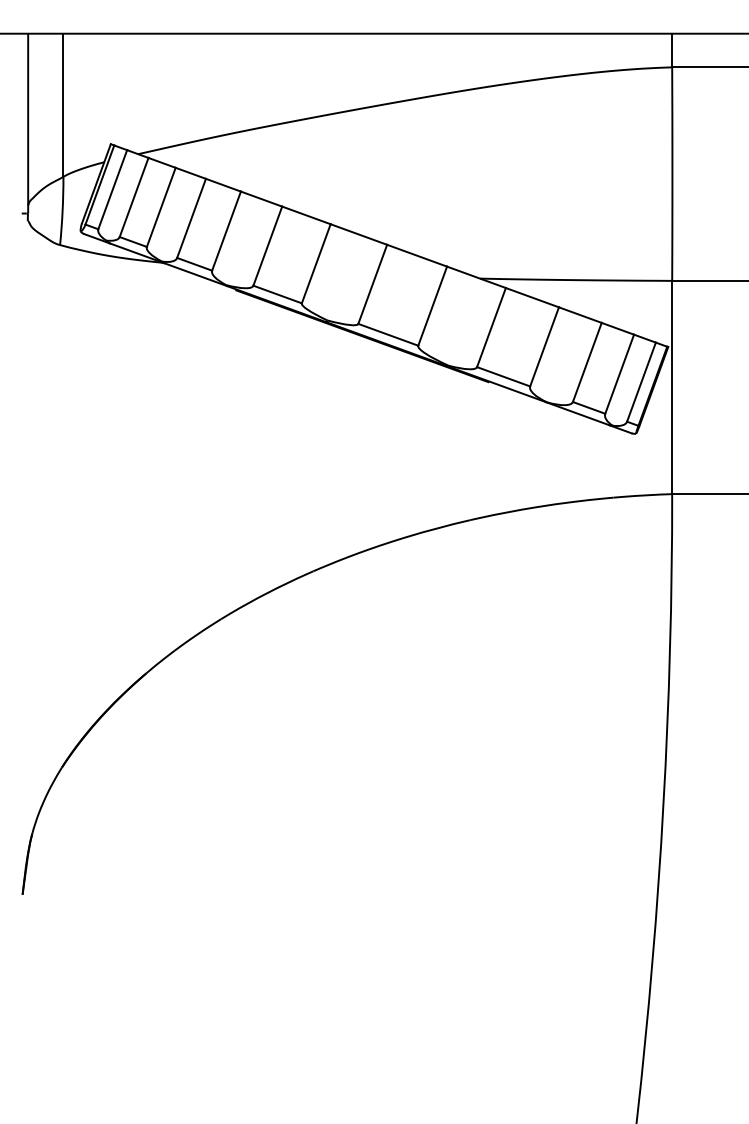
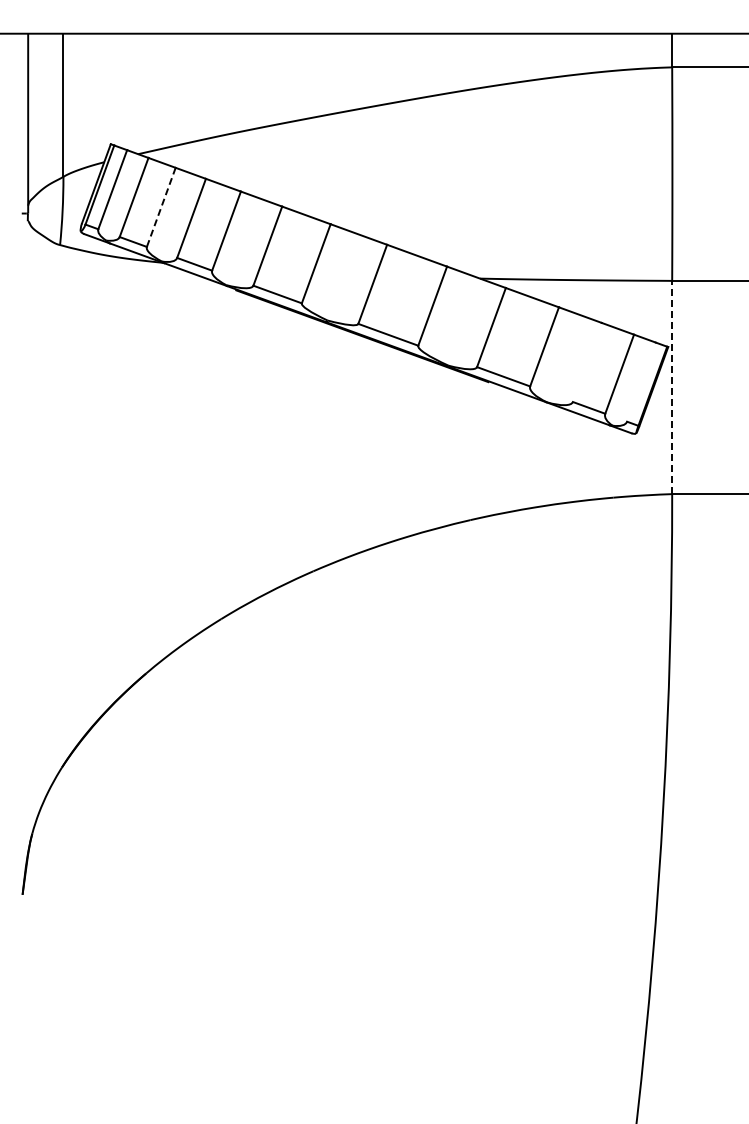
line at (161, 207): solid -> dashed
line at (586, 362): present -> none
line at (641, 381): present -> none
line at (672, 387): solid -> dashed
